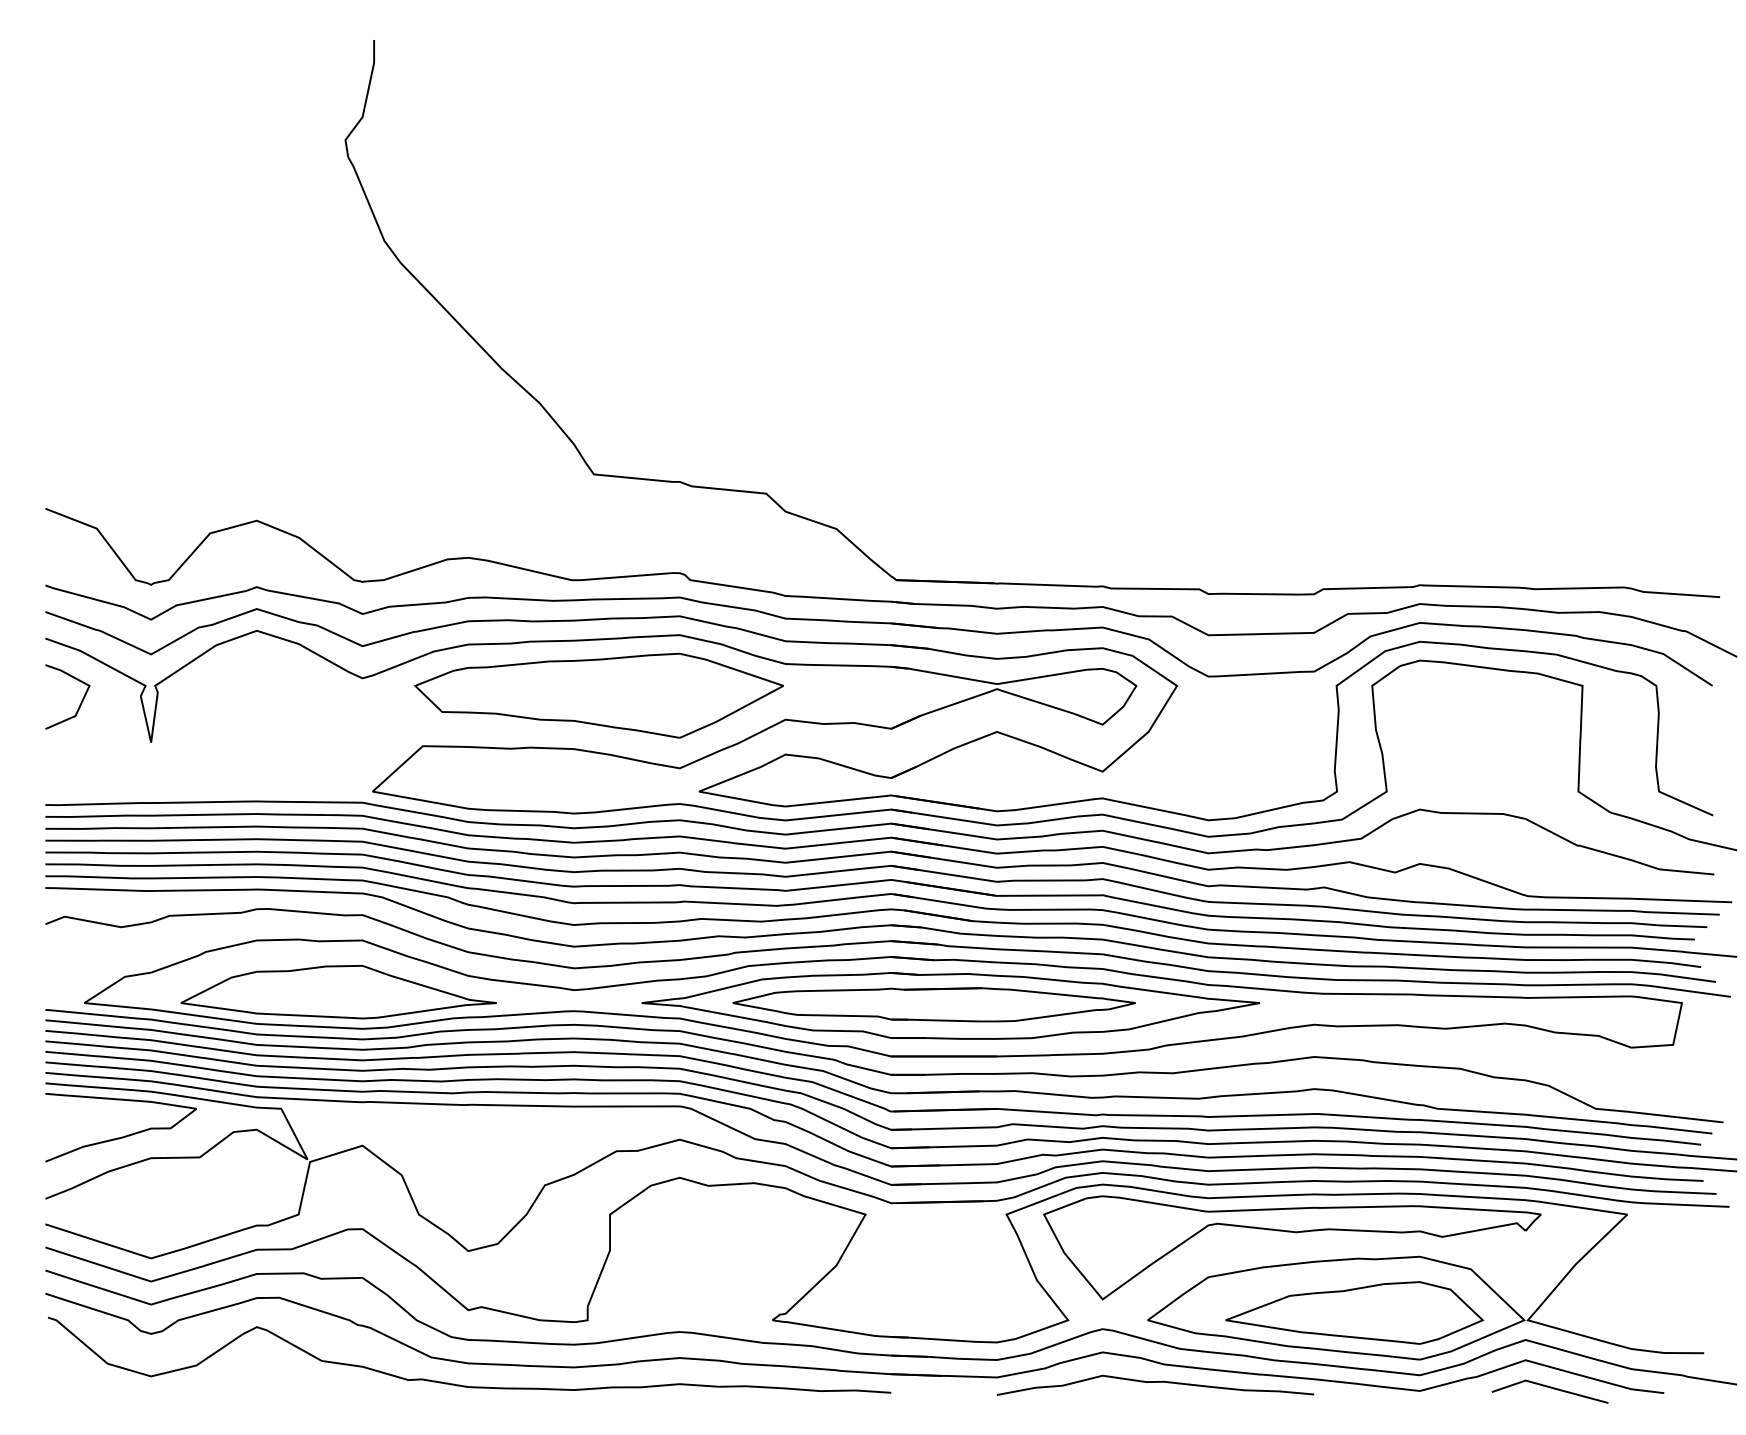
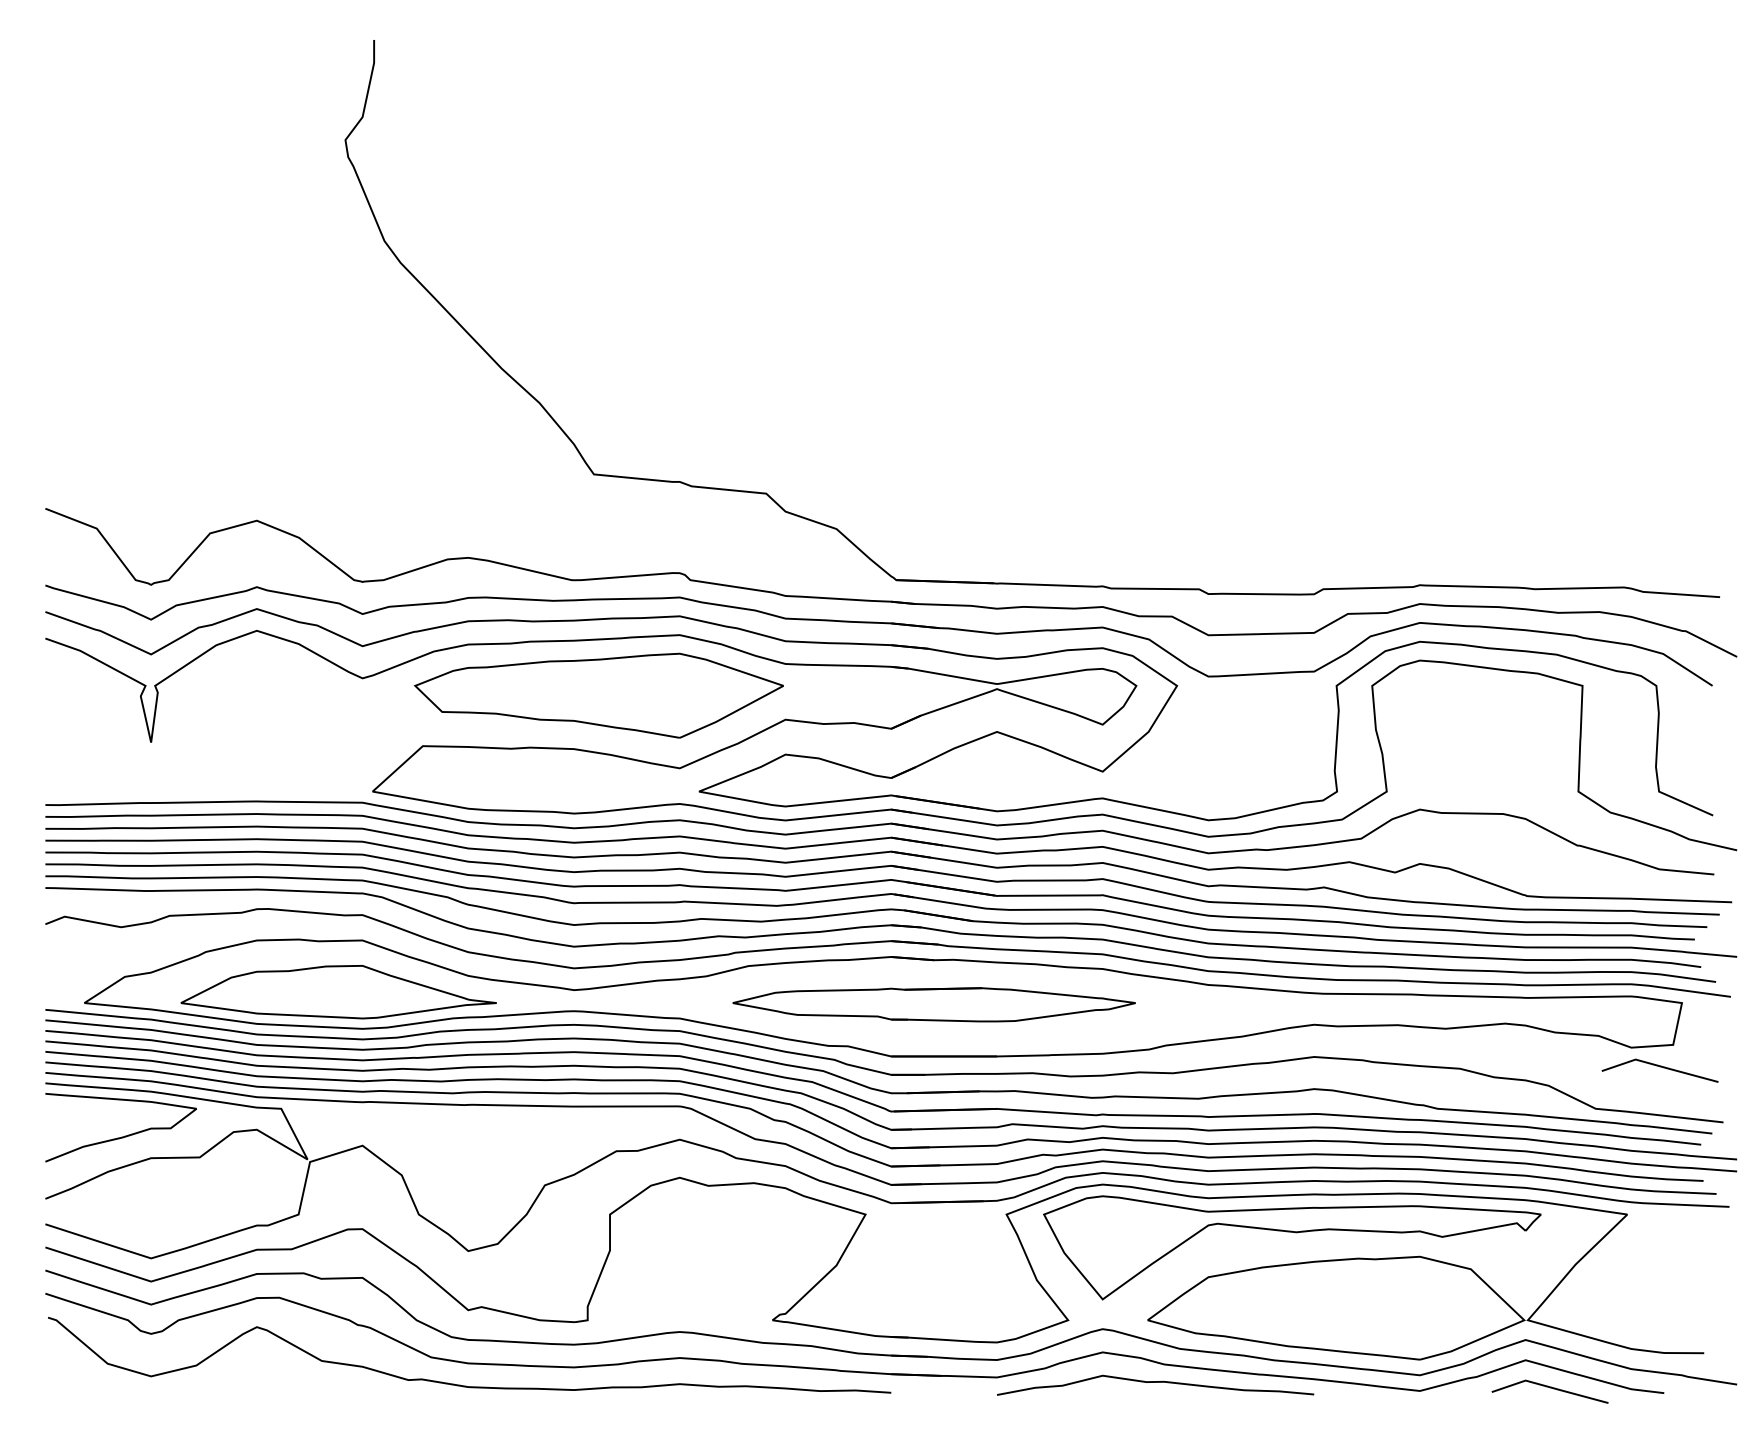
line at (80, 702): present -> none
part at (950, 1005): present -> none
line at (1659, 1067): none -> present
part at (1354, 1312): present -> none
